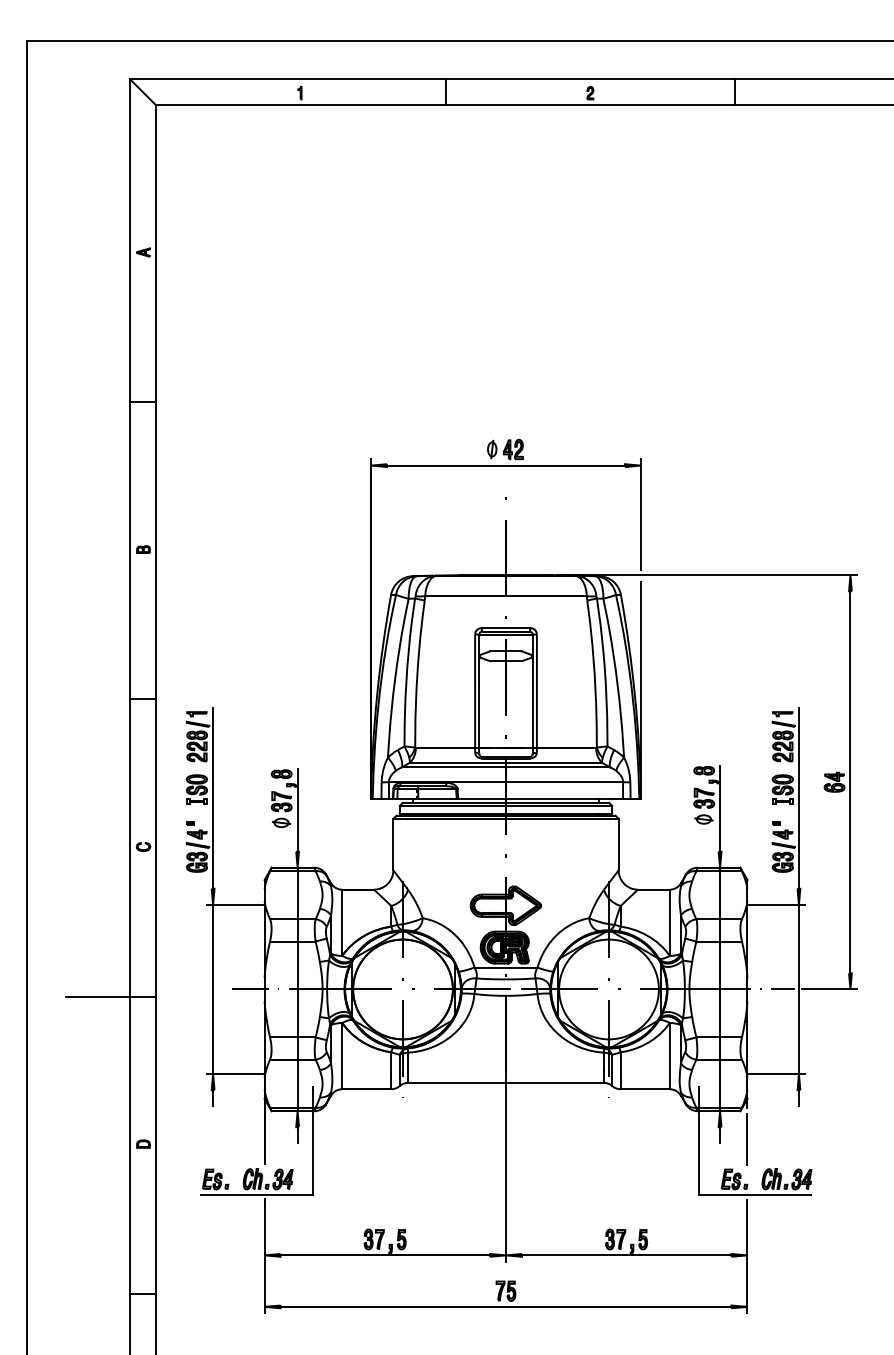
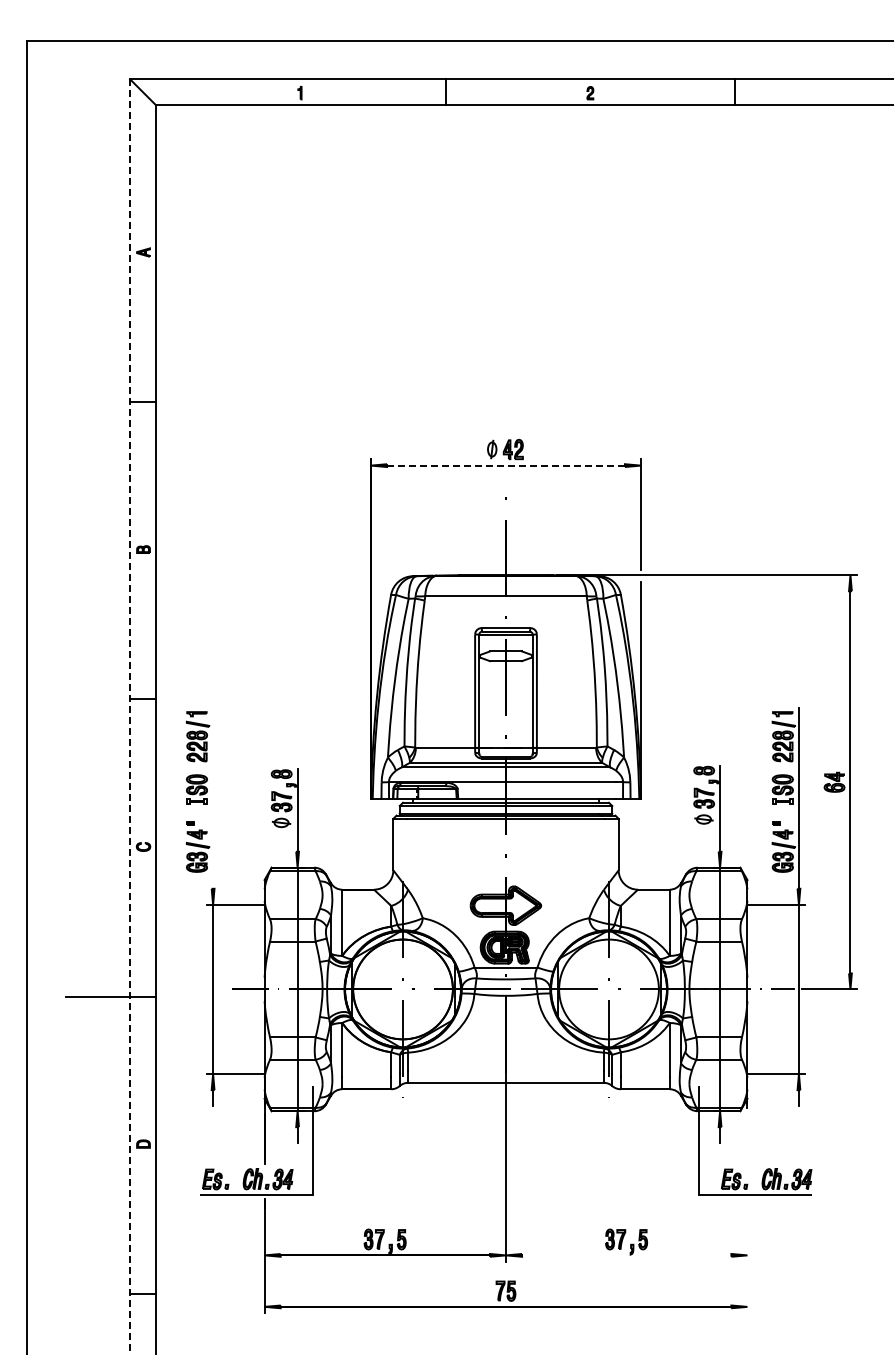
line at (506, 465): solid -> dashed
line at (130, 717): solid -> dashed
line at (213, 798): present -> none
line at (747, 1139): present -> none
line at (626, 1255): present -> none
line at (747, 1256): present -> none
